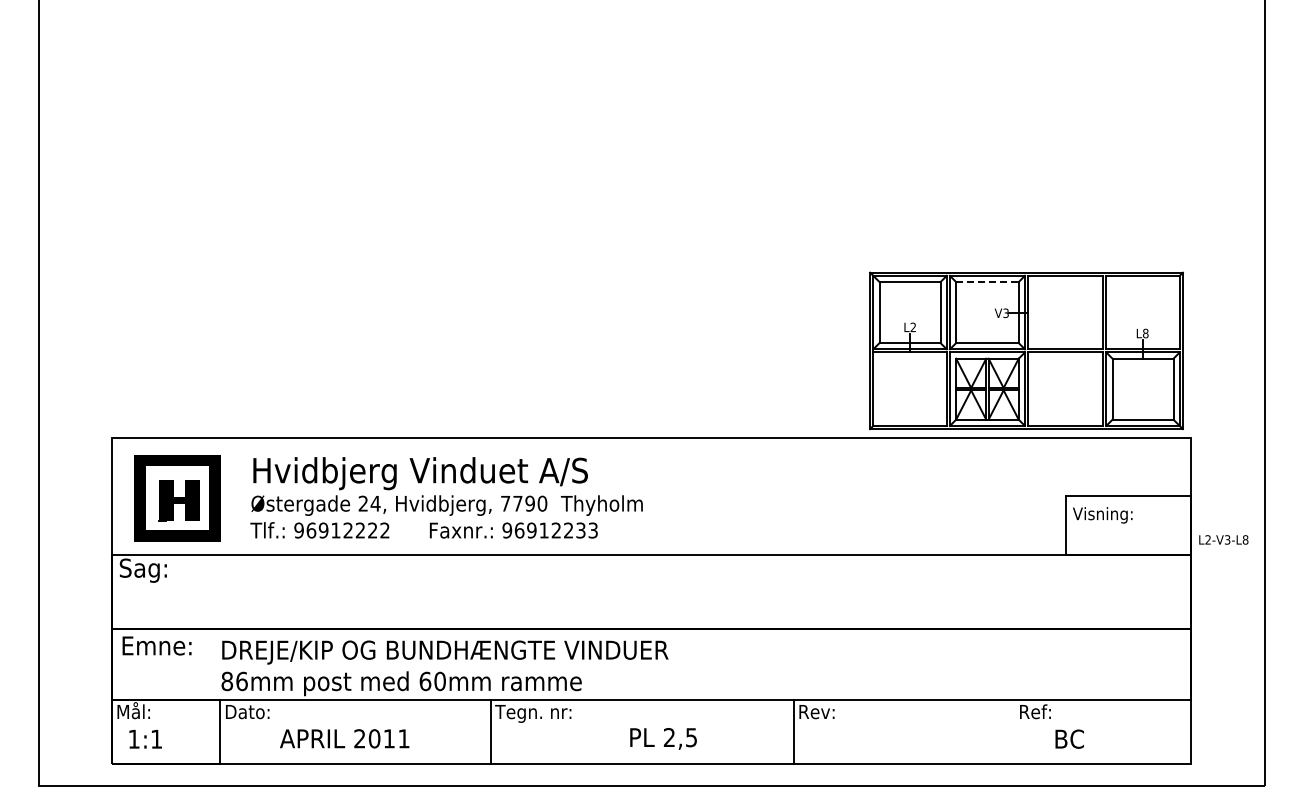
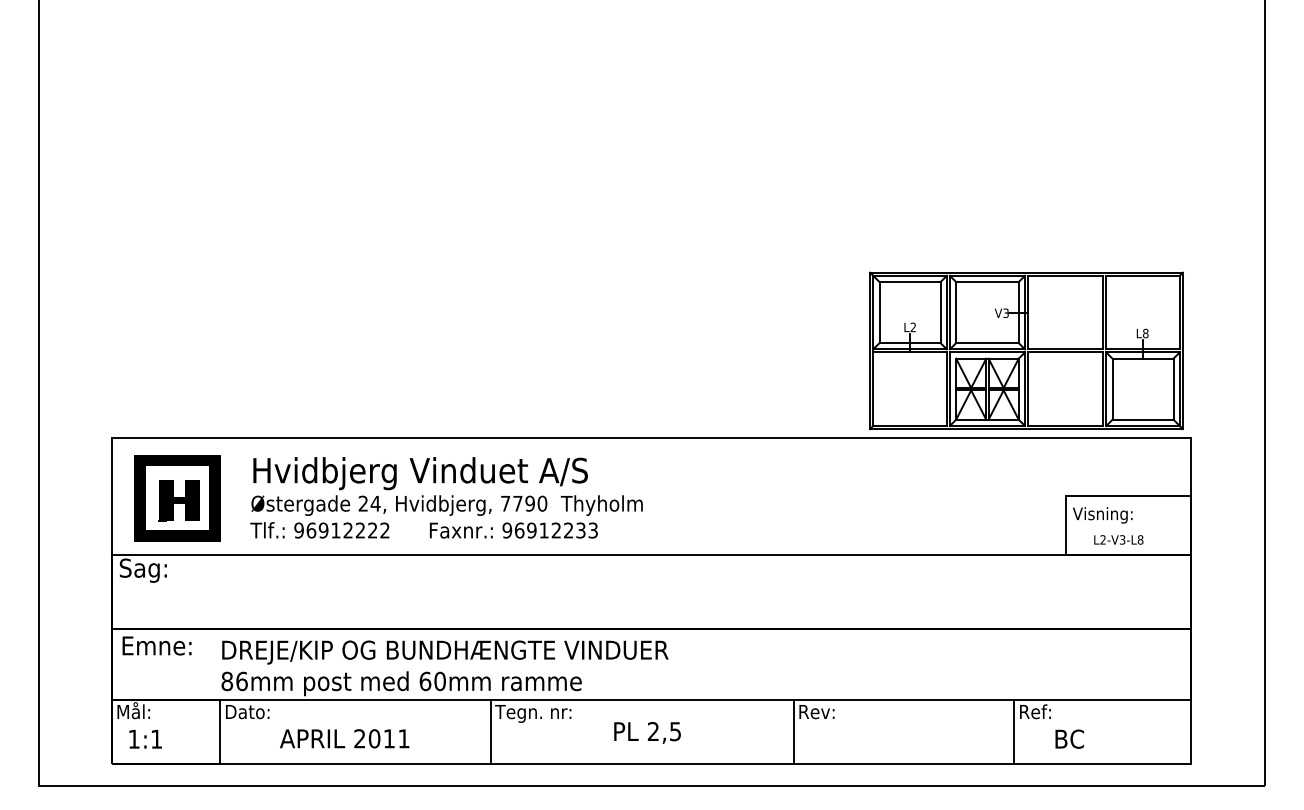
line at (987, 282): dashed -> solid
text at (1223, 539) position: (1223, 539) -> (1118, 539)
line at (1014, 731): none -> present
text at (663, 738) position: (663, 738) -> (647, 732)
